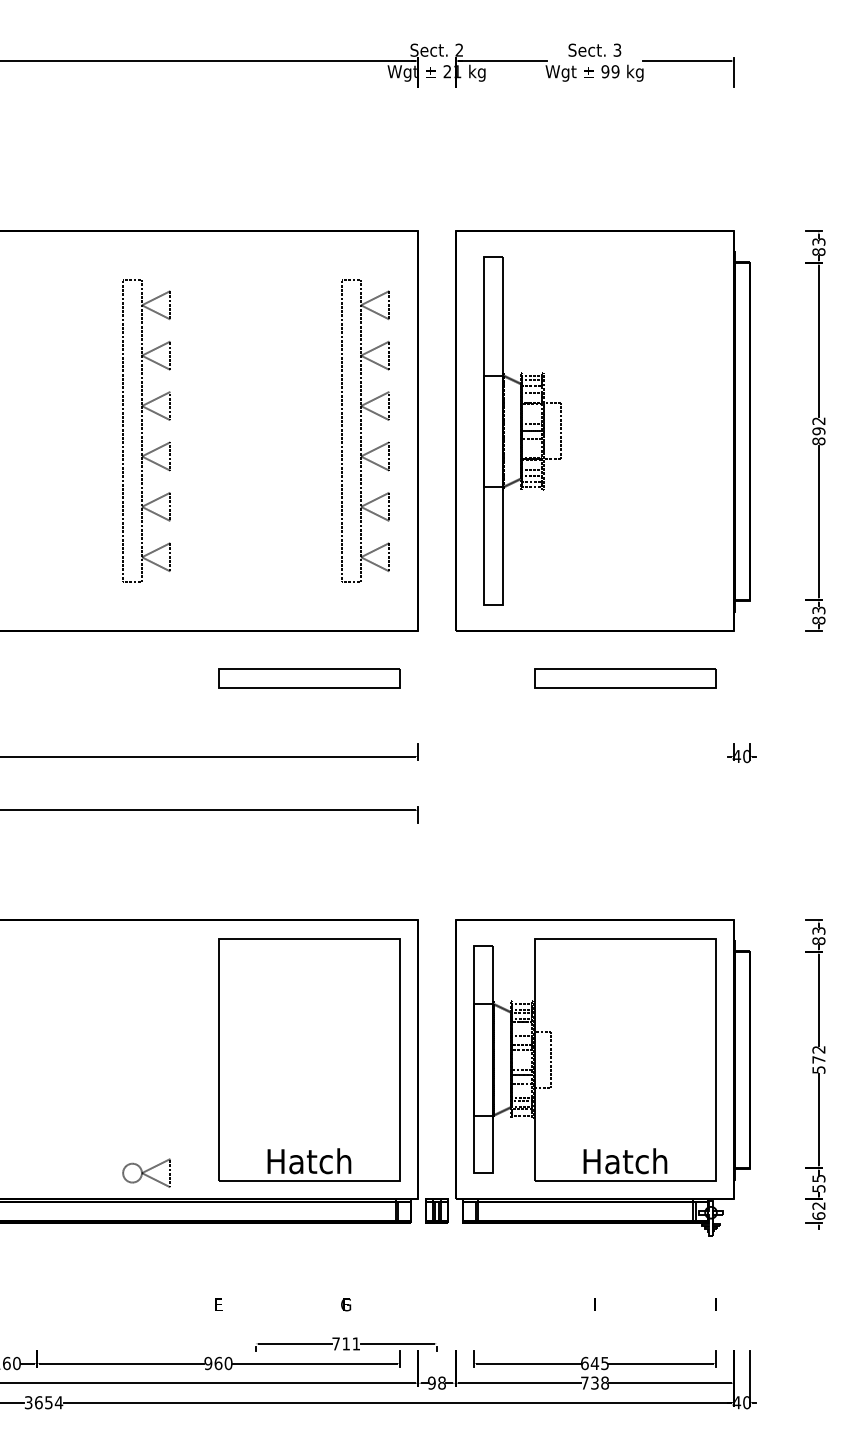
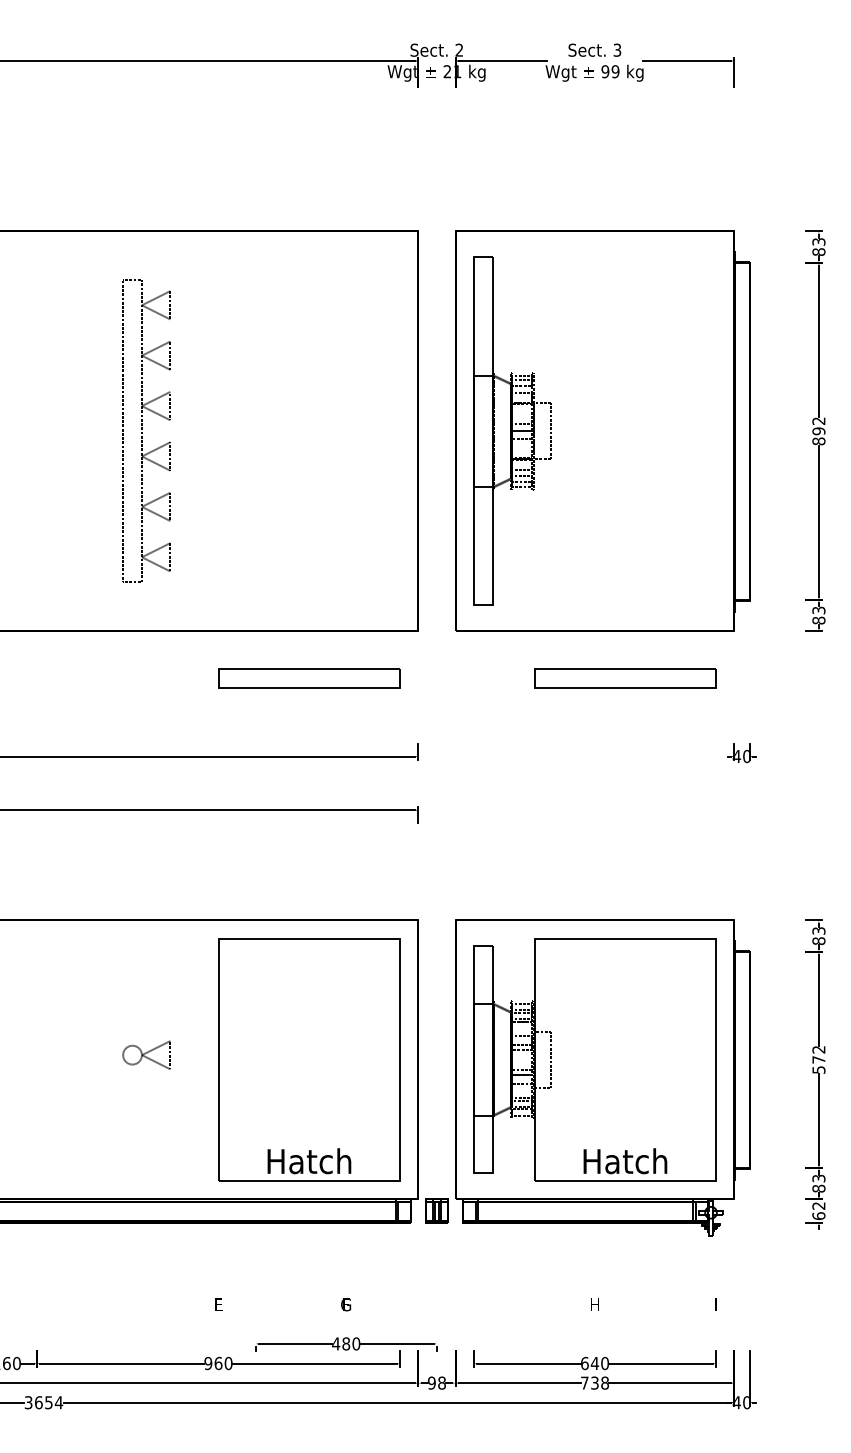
part at (365, 430): present -> none
part at (522, 430) position: (522, 430) -> (512, 430)
part at (146, 1172) position: (146, 1172) -> (146, 1054)
text at (818, 1183): 55 -> 83
text at (594, 1304): I -> H
text at (345, 1343): 711 -> 480
text at (604, 1363): 645 -> 640
